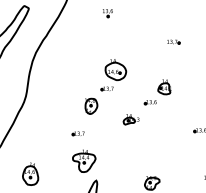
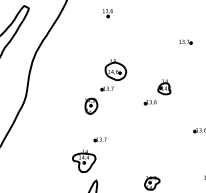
part at (173, 41) position: (173, 41) -> (185, 41)
part at (130, 119): present -> none
part at (77, 133) position: (77, 133) -> (99, 139)
part at (30, 173): present -> none
